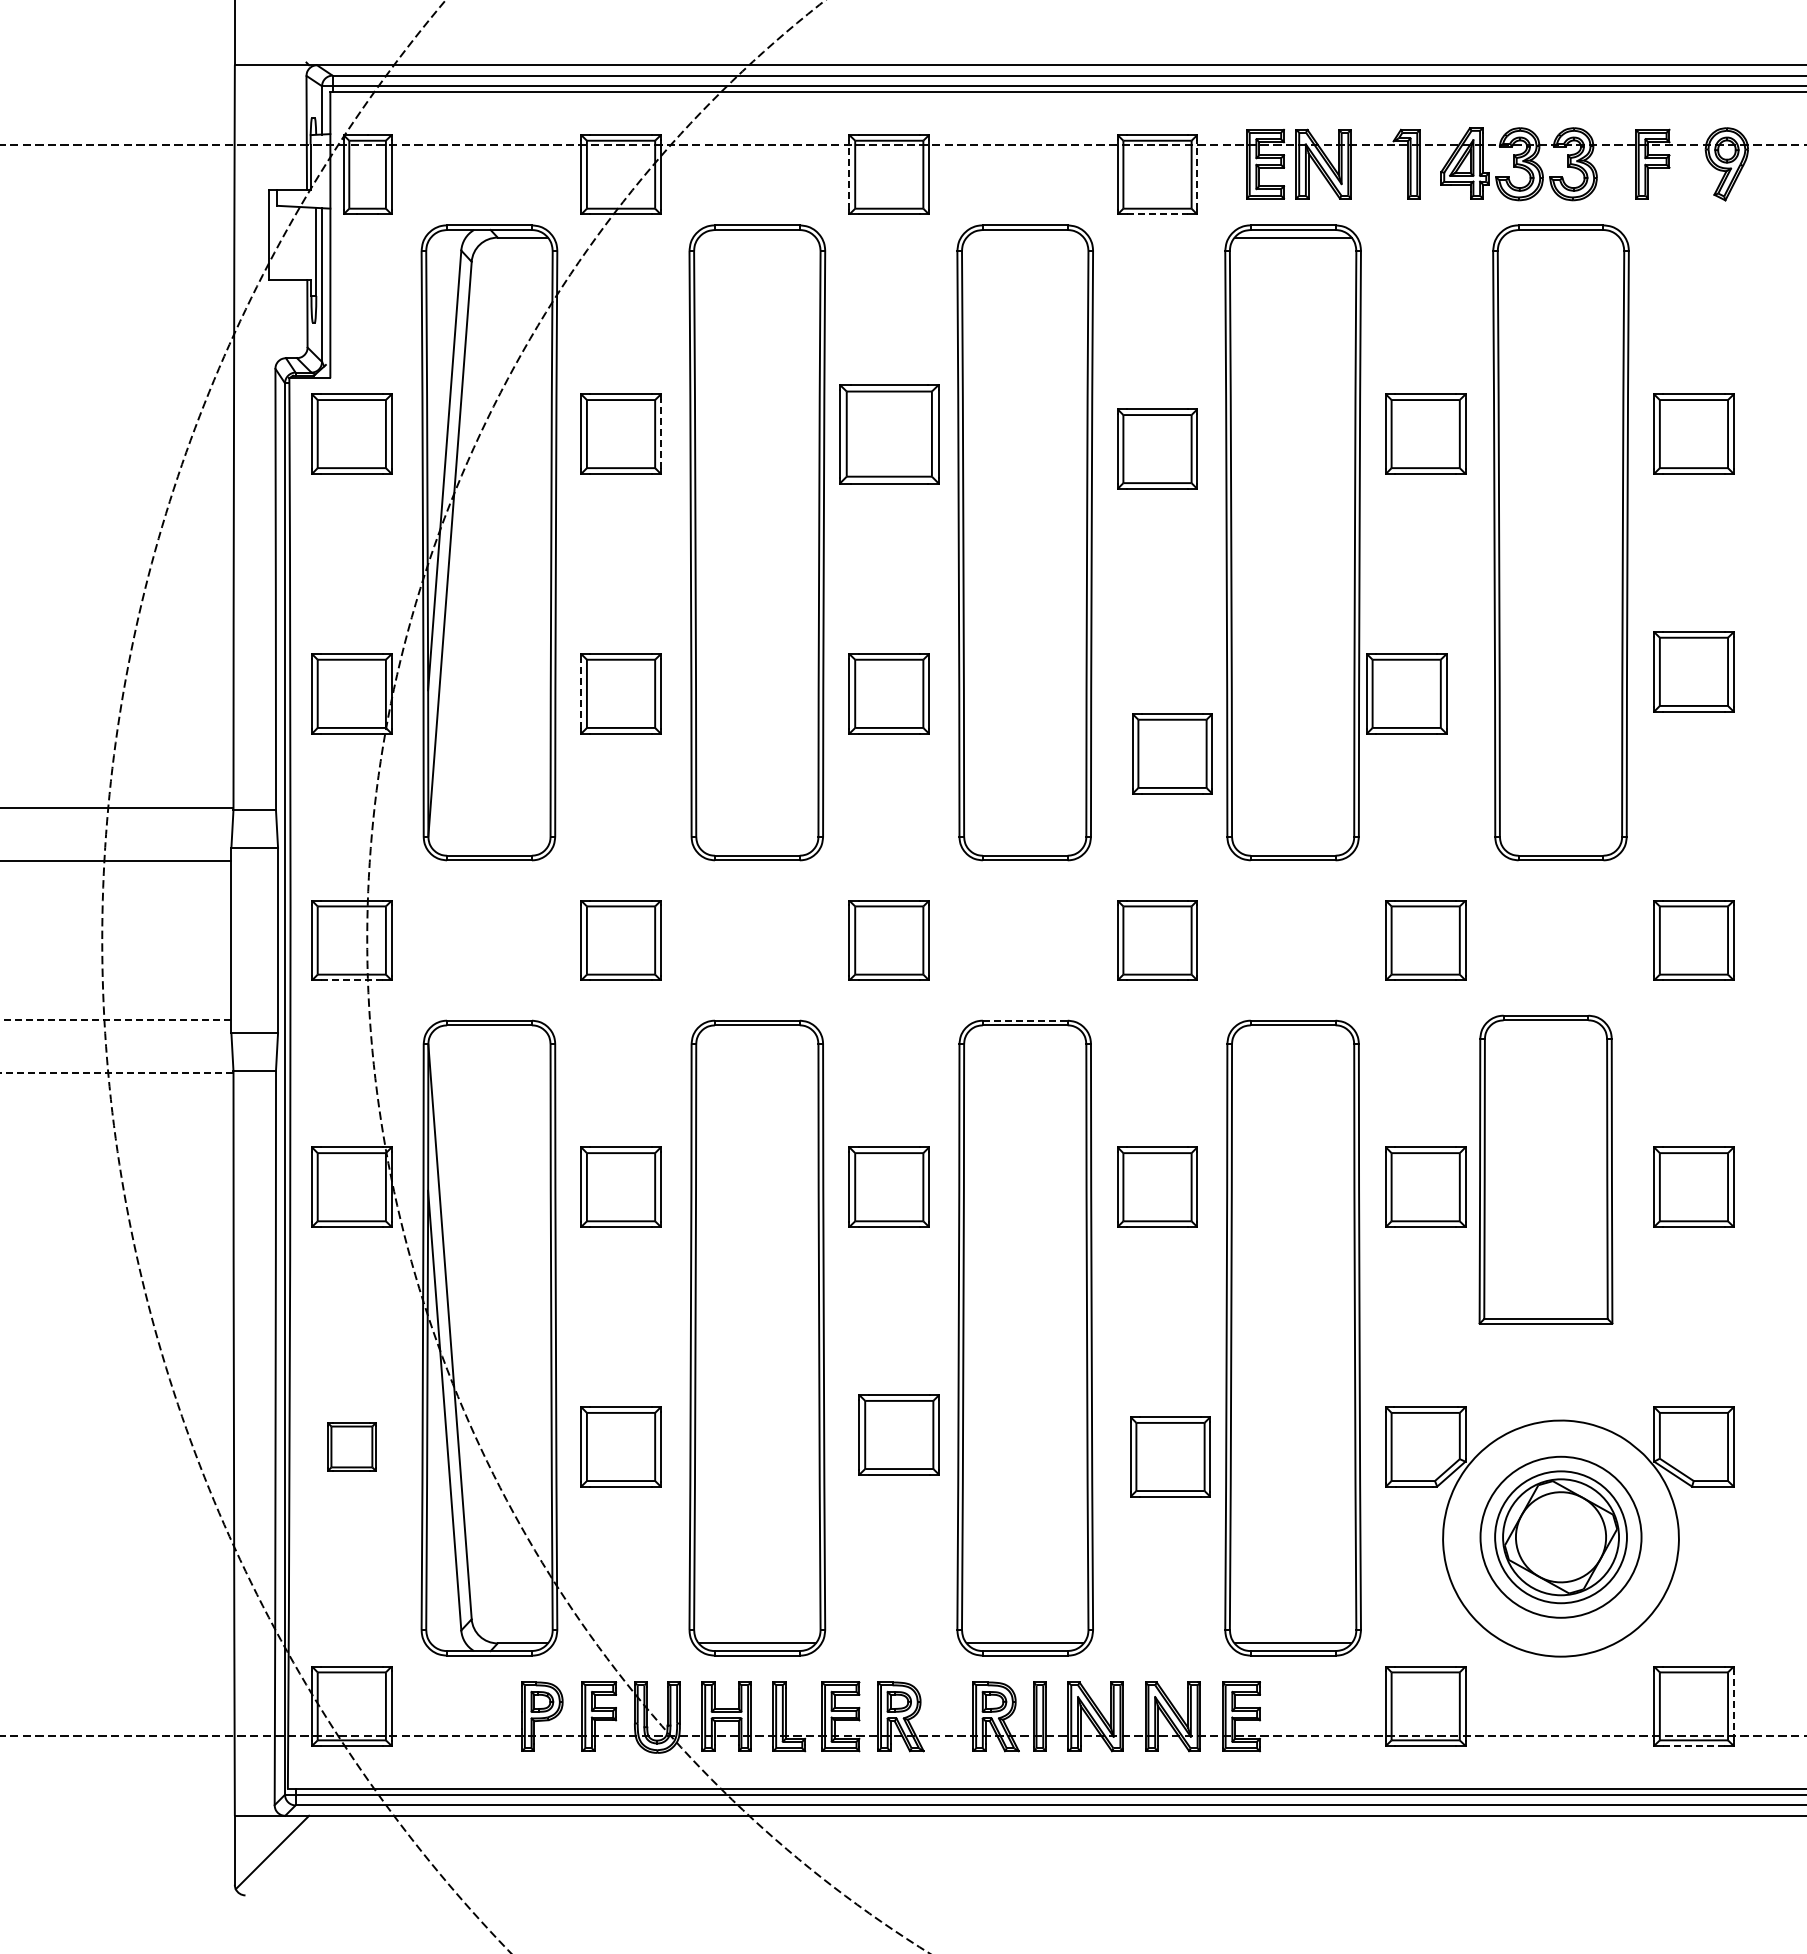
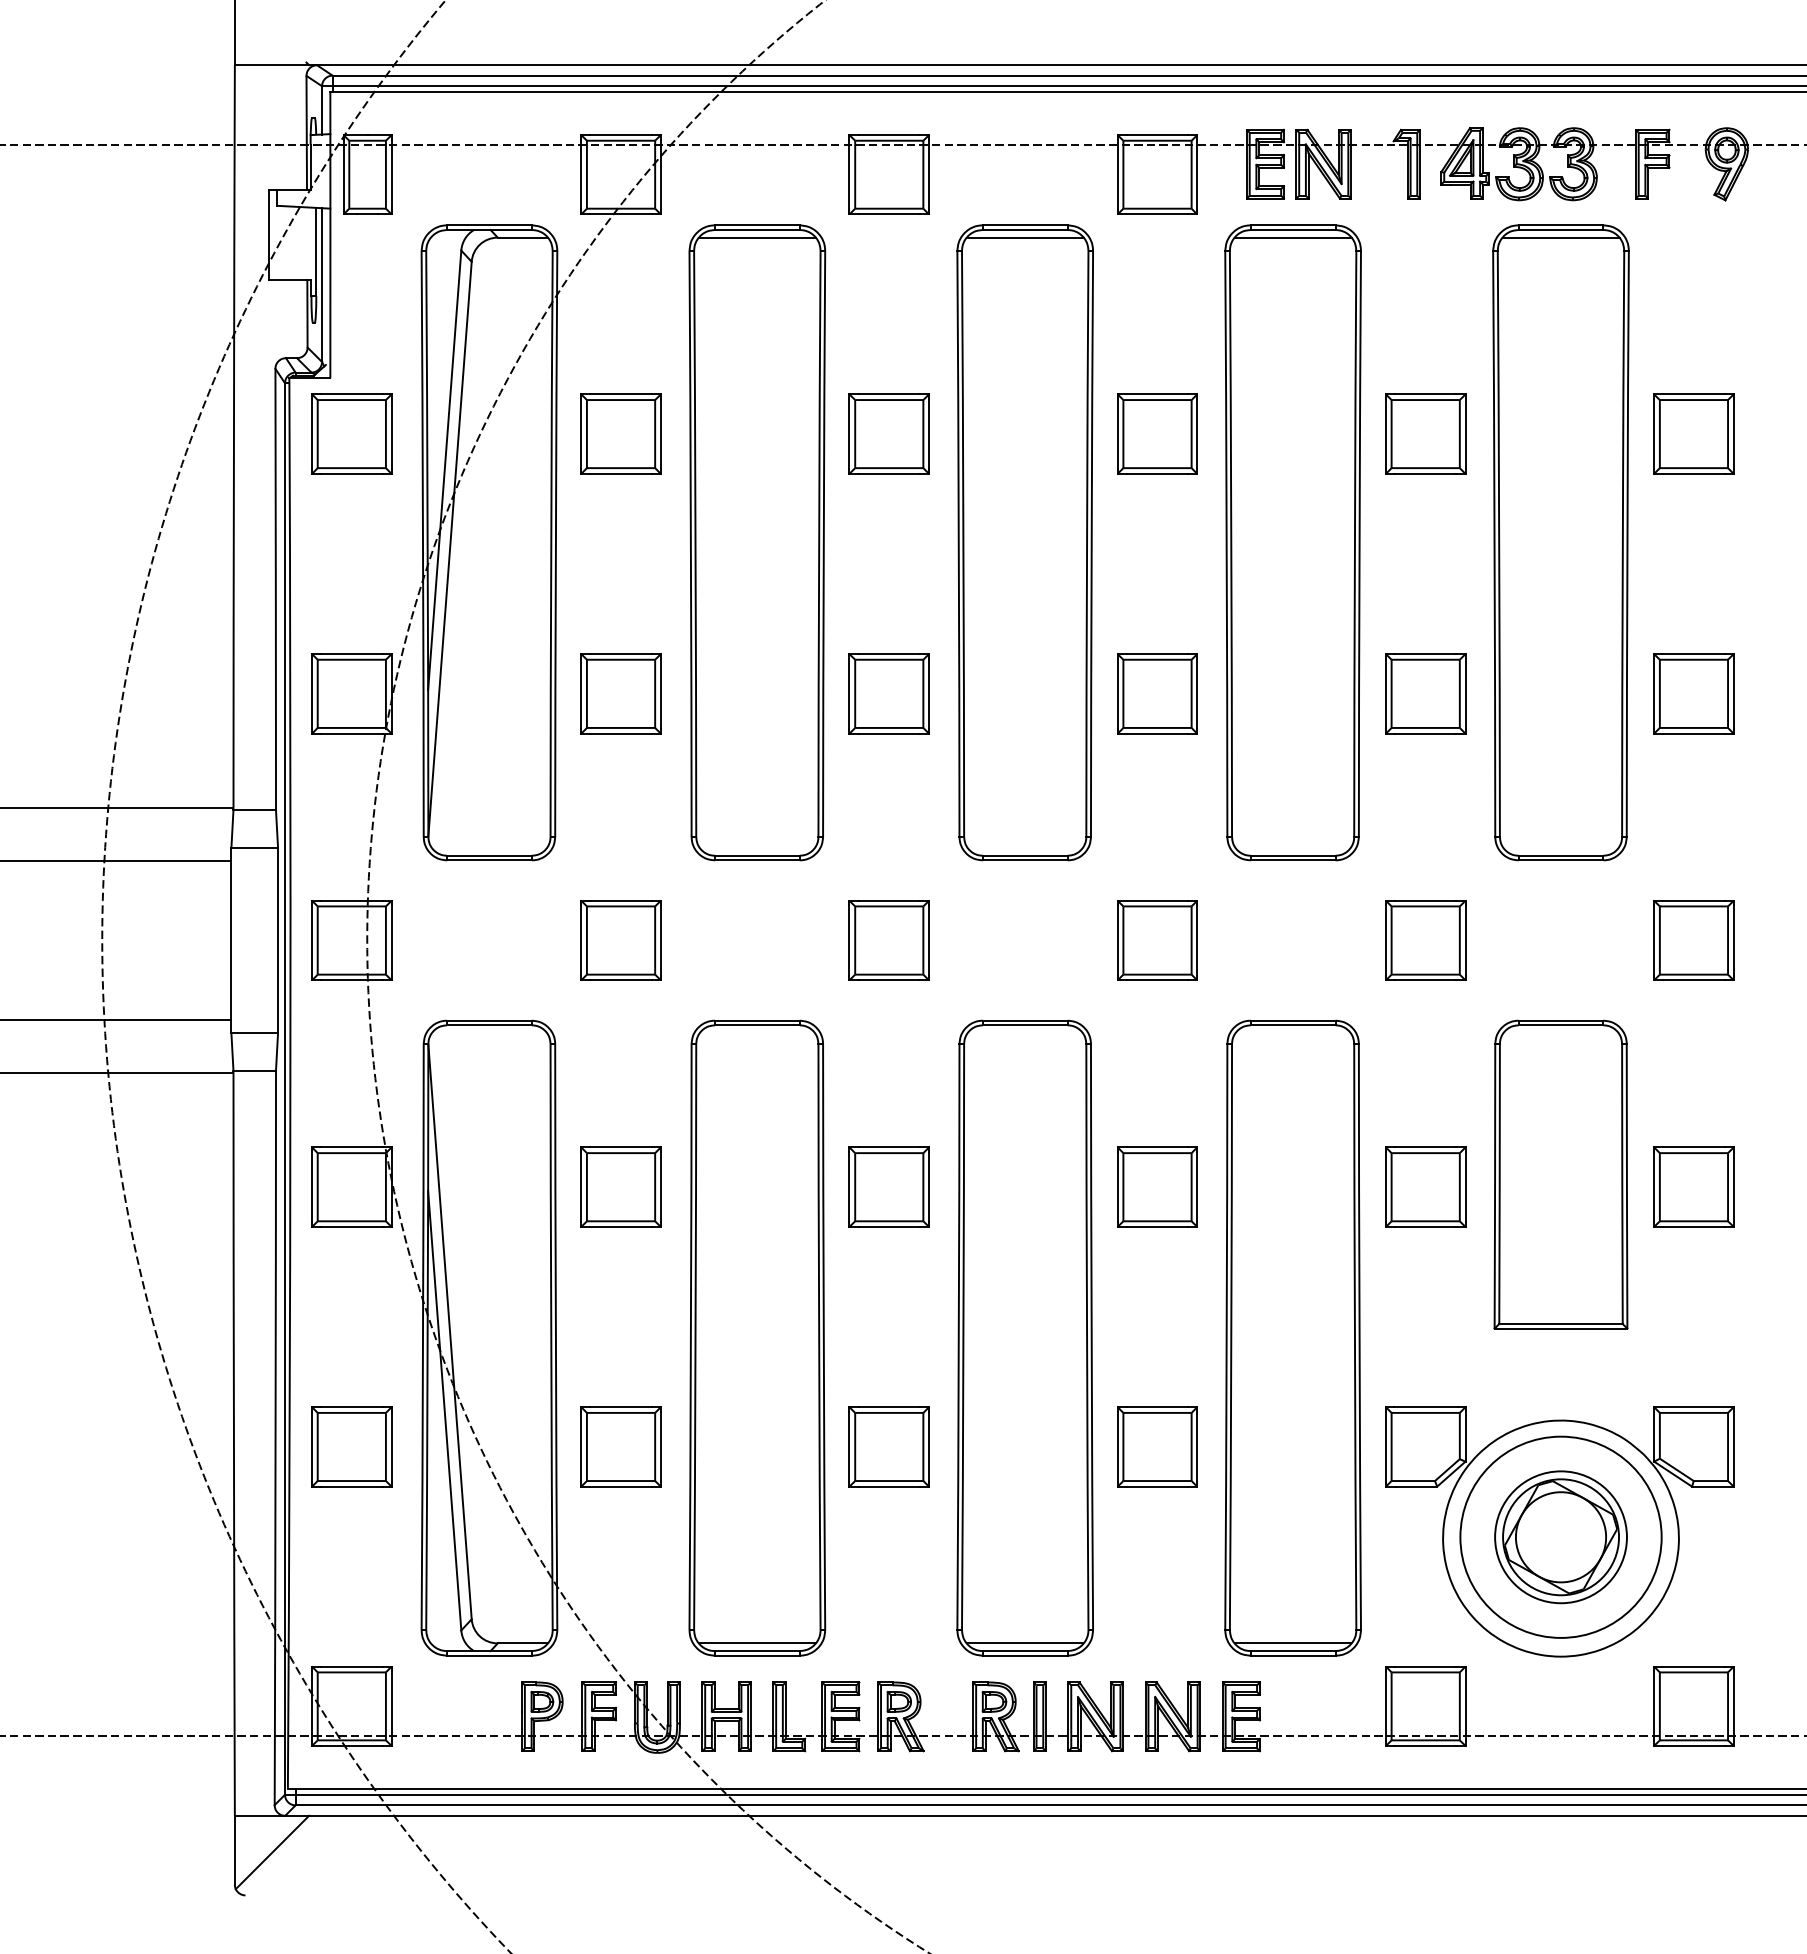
line at (849, 174): dashed -> solid
line at (1197, 174): dashed -> solid
line at (1157, 214): dashed -> solid
line at (757, 237): none -> present
line at (1025, 237): none -> present
line at (1560, 237): none -> present
line at (660, 433): dashed -> solid
part at (889, 434) size: 101x101 px -> 82x82 px
part at (1157, 448) position: (1157, 448) -> (1157, 433)
part at (1693, 671) position: (1693, 671) -> (1693, 693)
line at (581, 693): dashed -> solid
part at (1406, 693) position: (1406, 693) -> (1425, 693)
part at (1172, 753) position: (1172, 753) -> (1157, 693)
line at (351, 980): dashed -> solid
line at (115, 1020): dashed -> solid
line at (1025, 1020): dashed -> solid
line at (116, 1073): dashed -> solid
part at (1545, 1169) position: (1545, 1169) -> (1560, 1174)
part at (898, 1434) position: (898, 1434) -> (888, 1446)
part at (351, 1446) size: 50x50 px -> 82x82 px
part at (1170, 1456) position: (1170, 1456) -> (1157, 1446)
circle at (1560, 1536) diameter: 161 px -> 201 px
line at (1733, 1705): dashed -> solid
line at (1693, 1745): dashed -> solid
